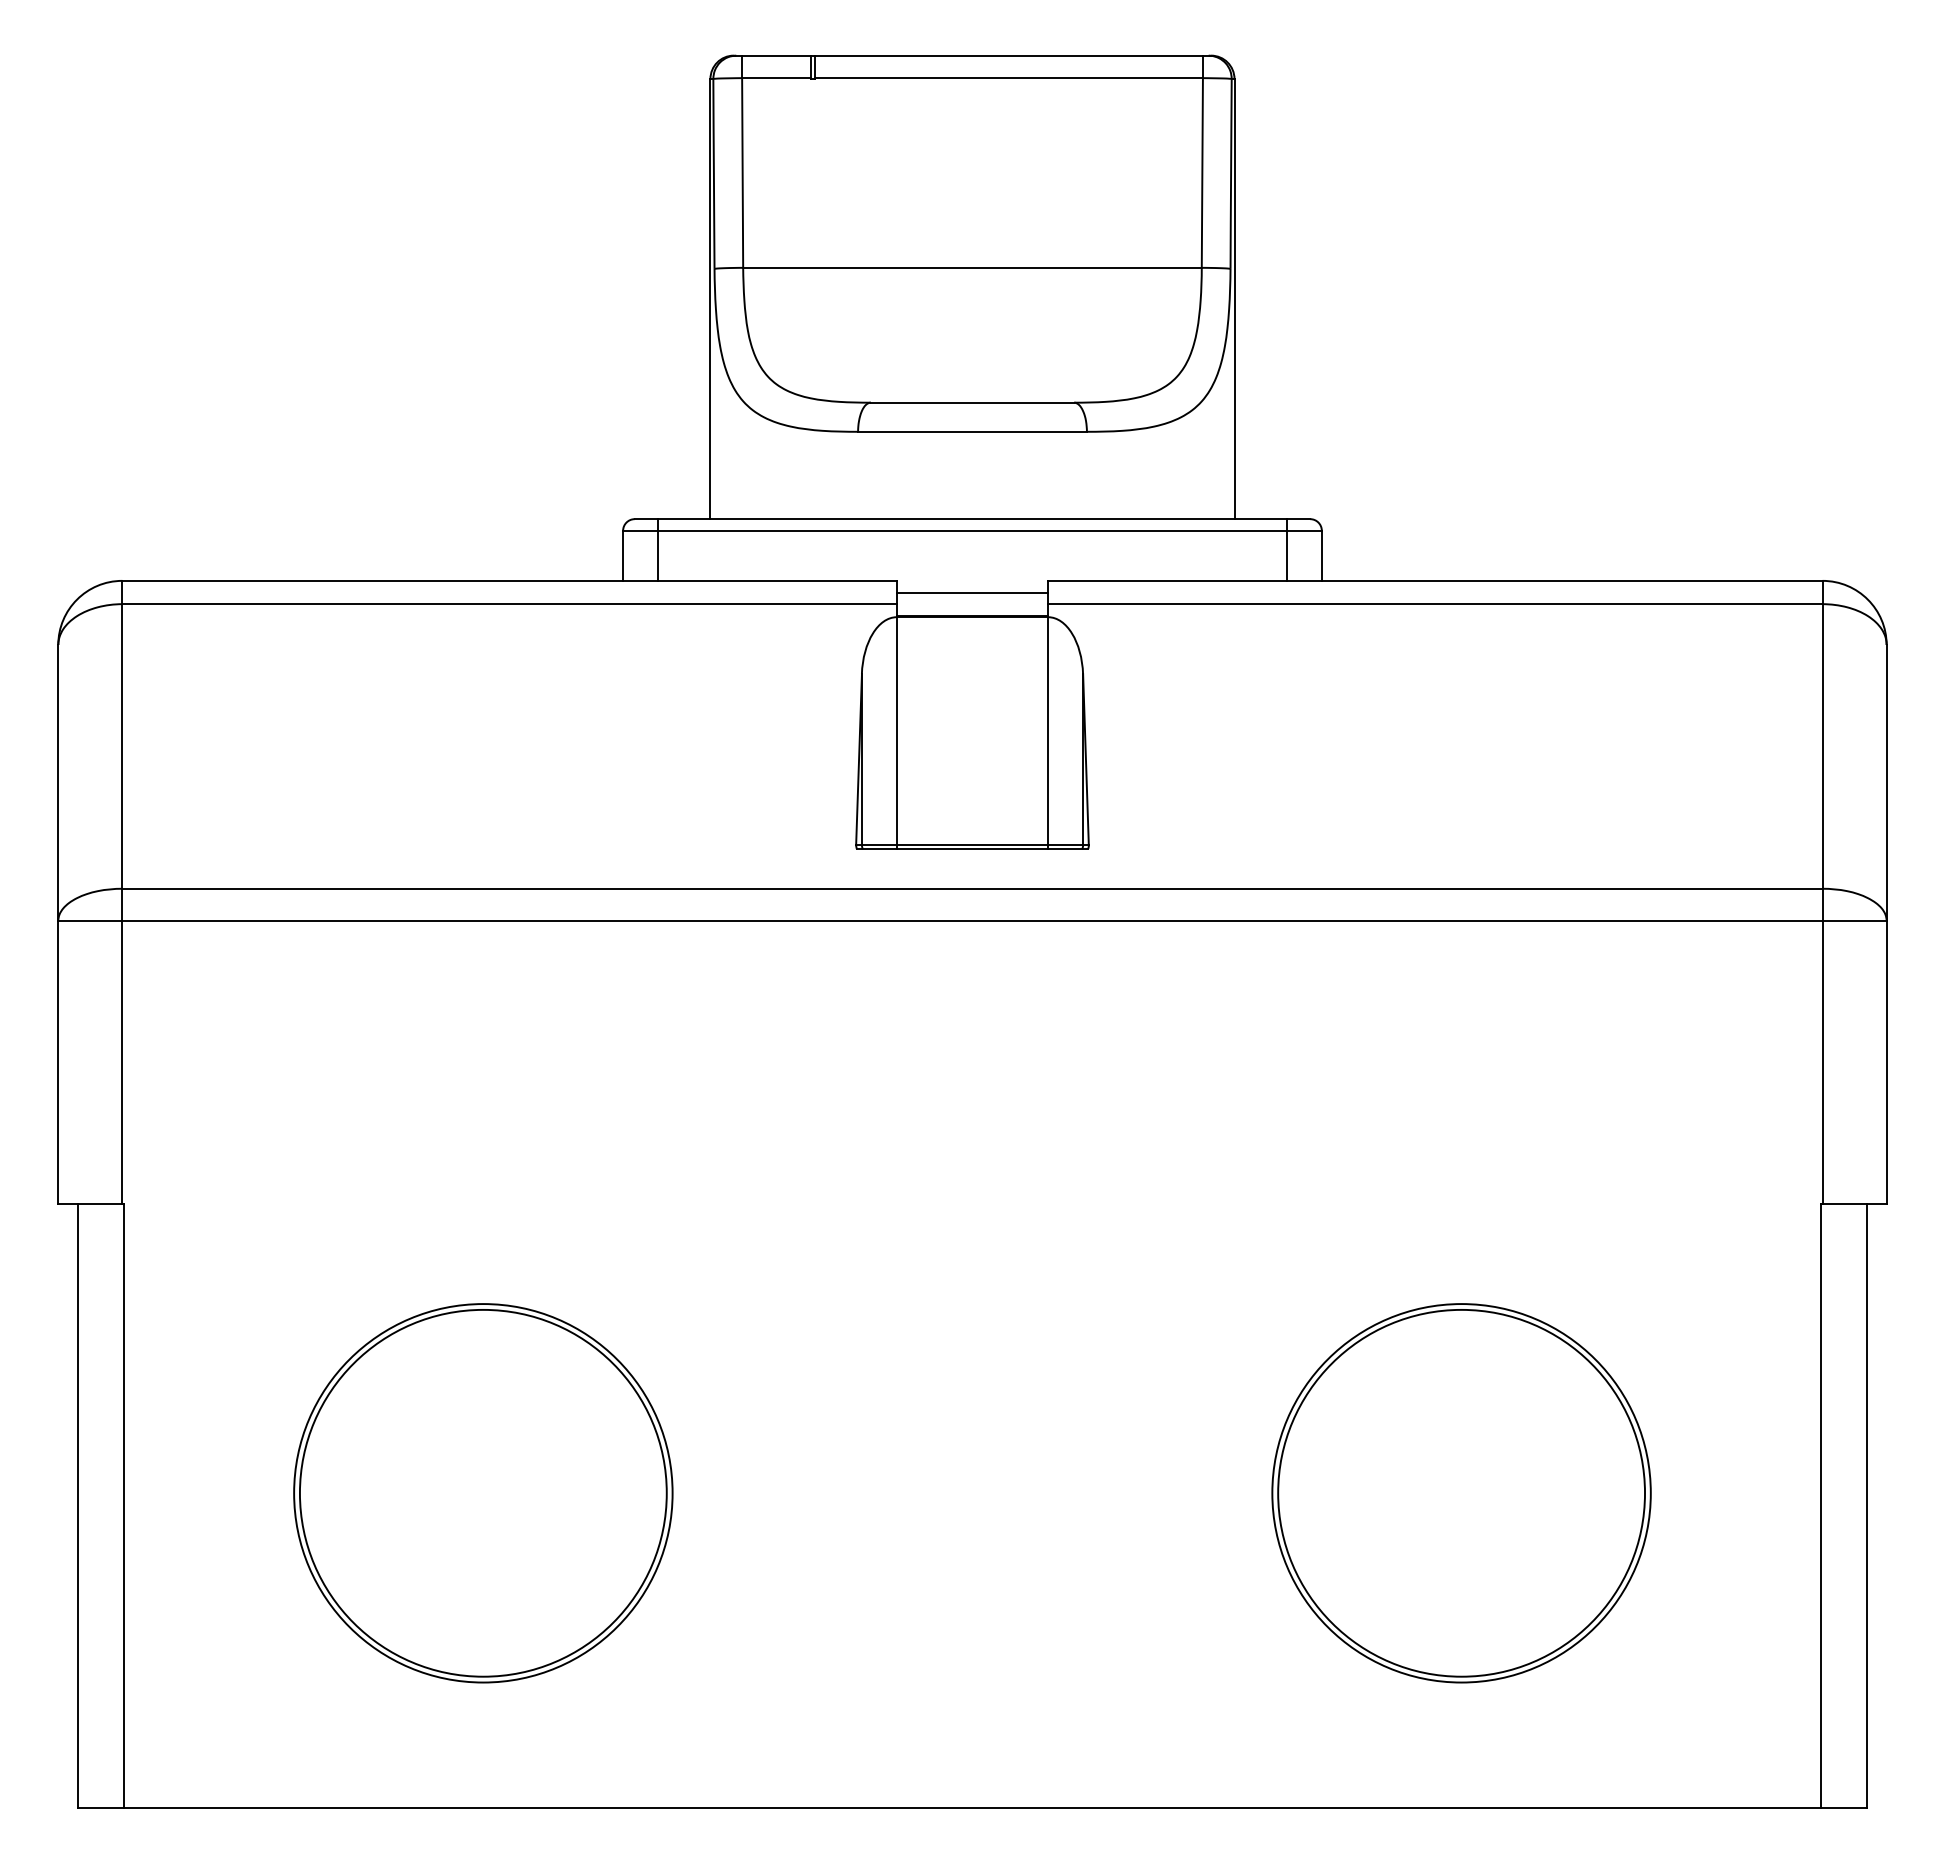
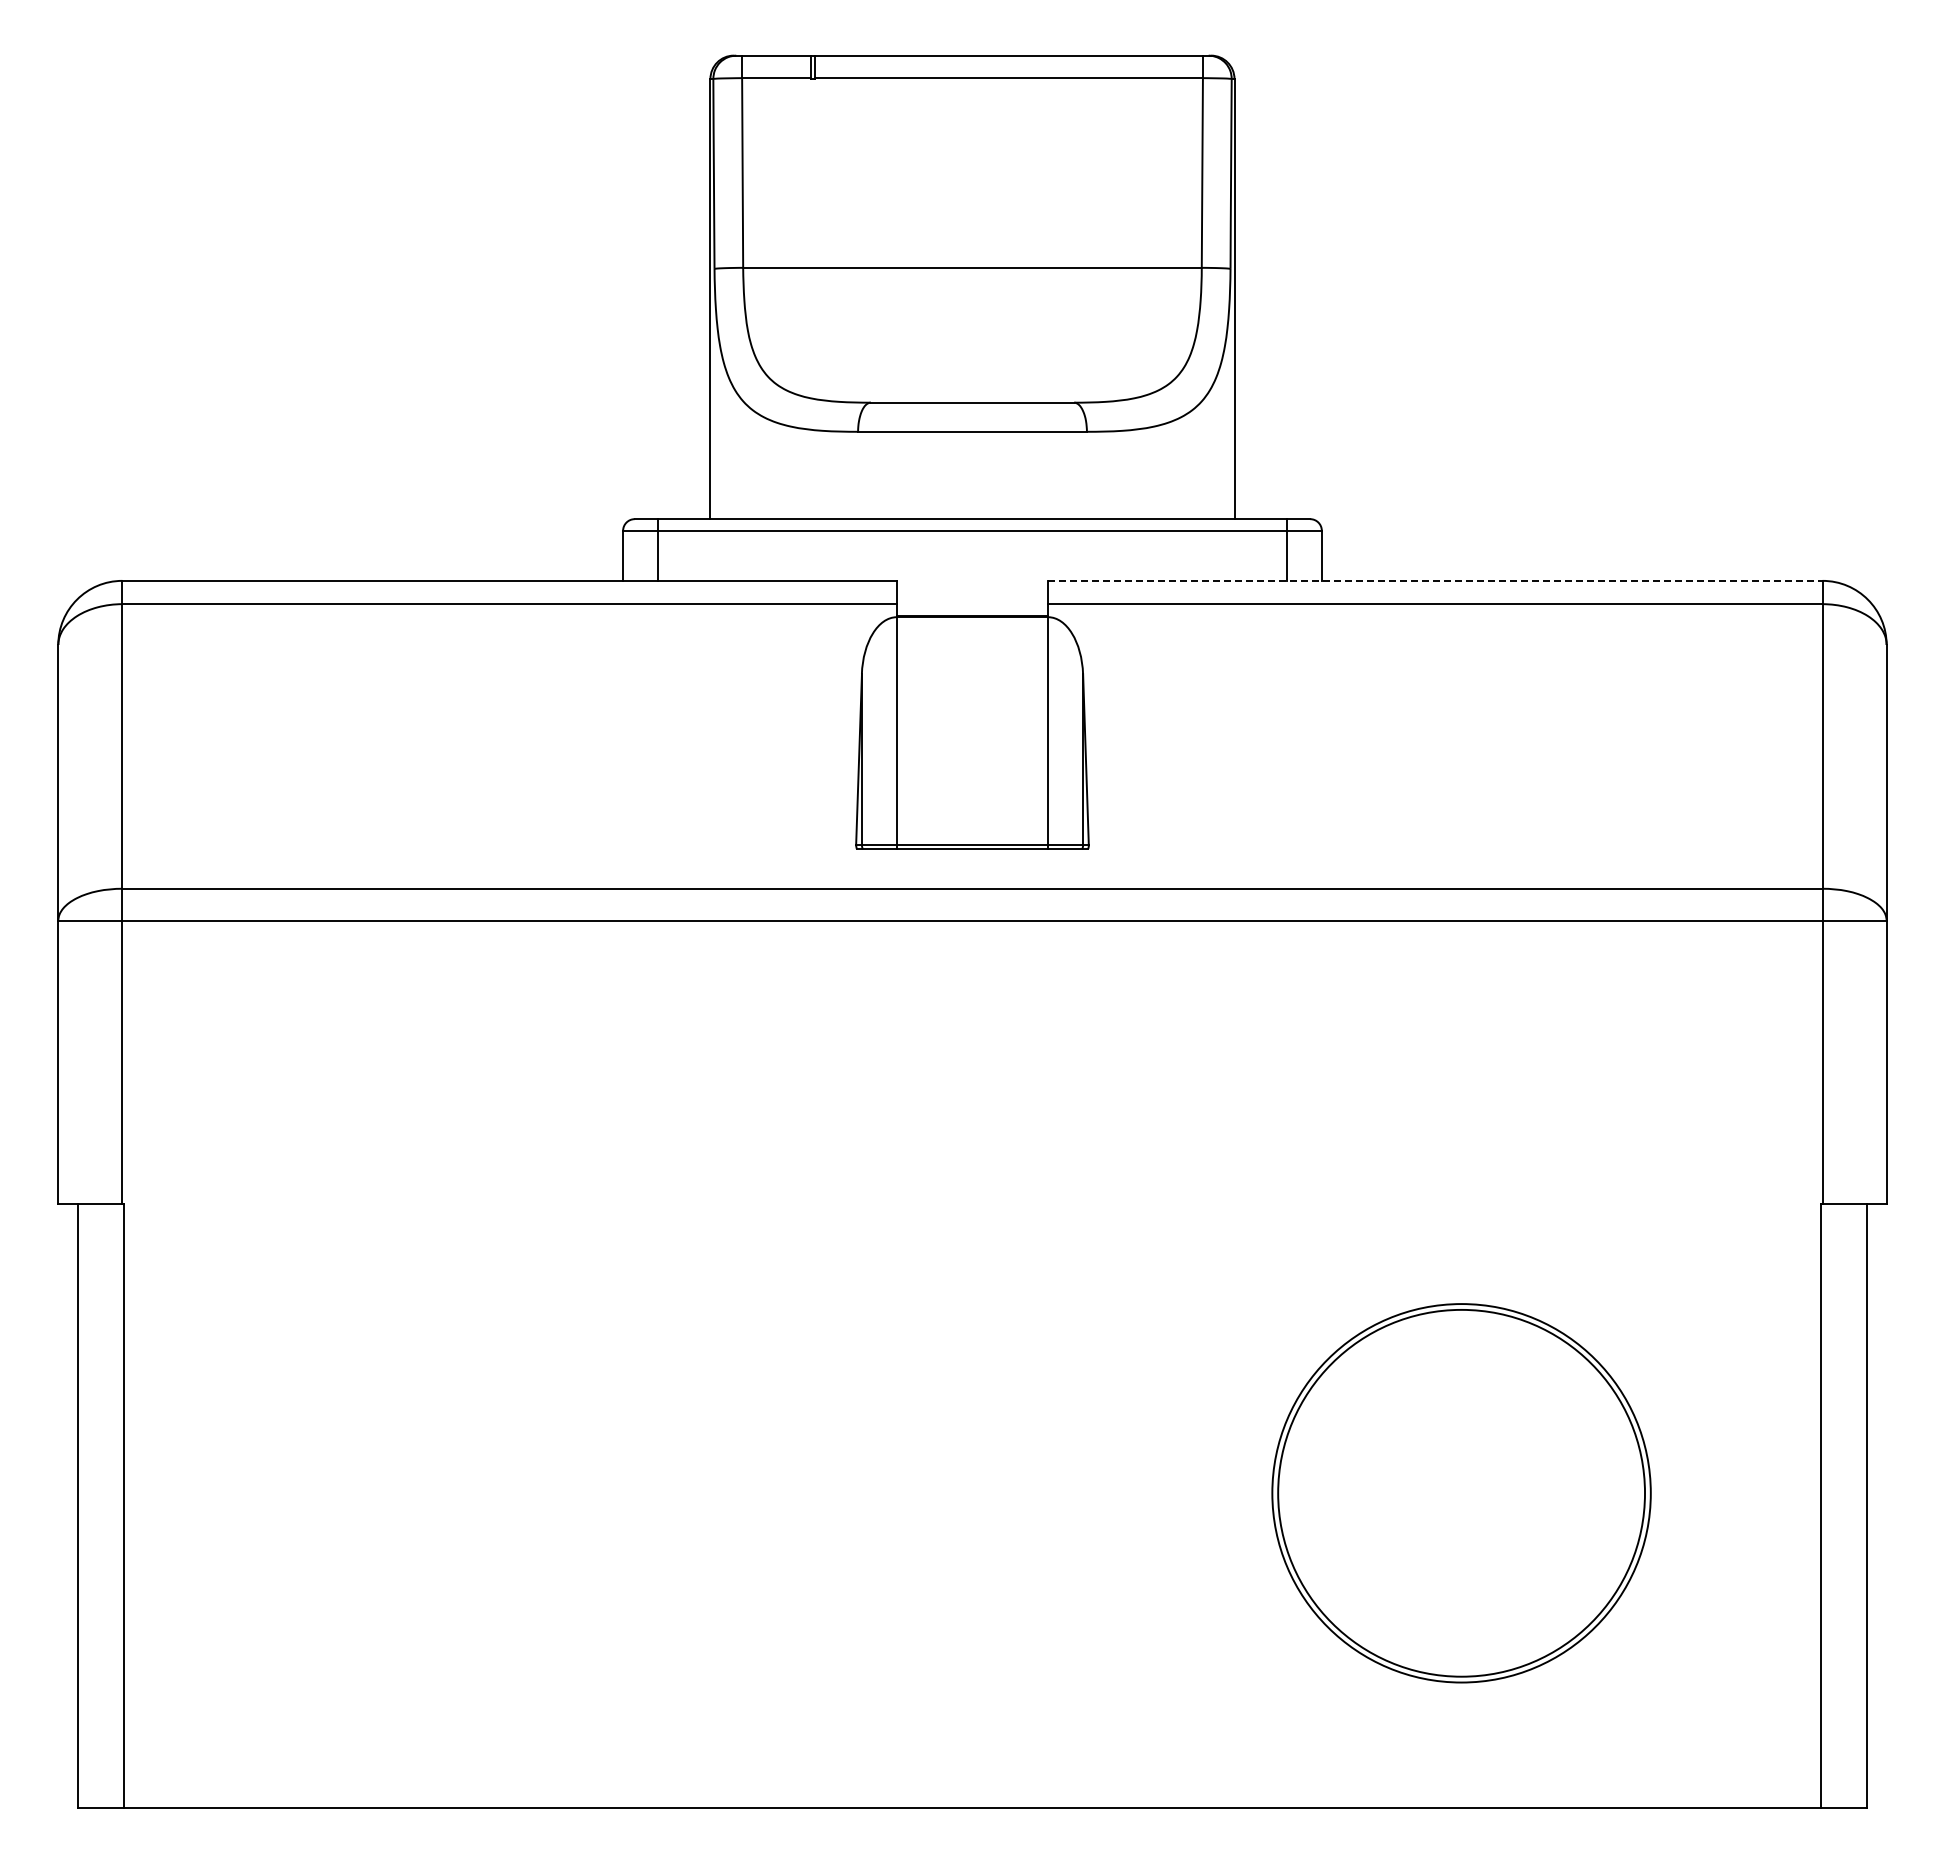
line at (1435, 580): solid -> dashed
line at (972, 592): present -> none
part at (483, 1493): present -> none
